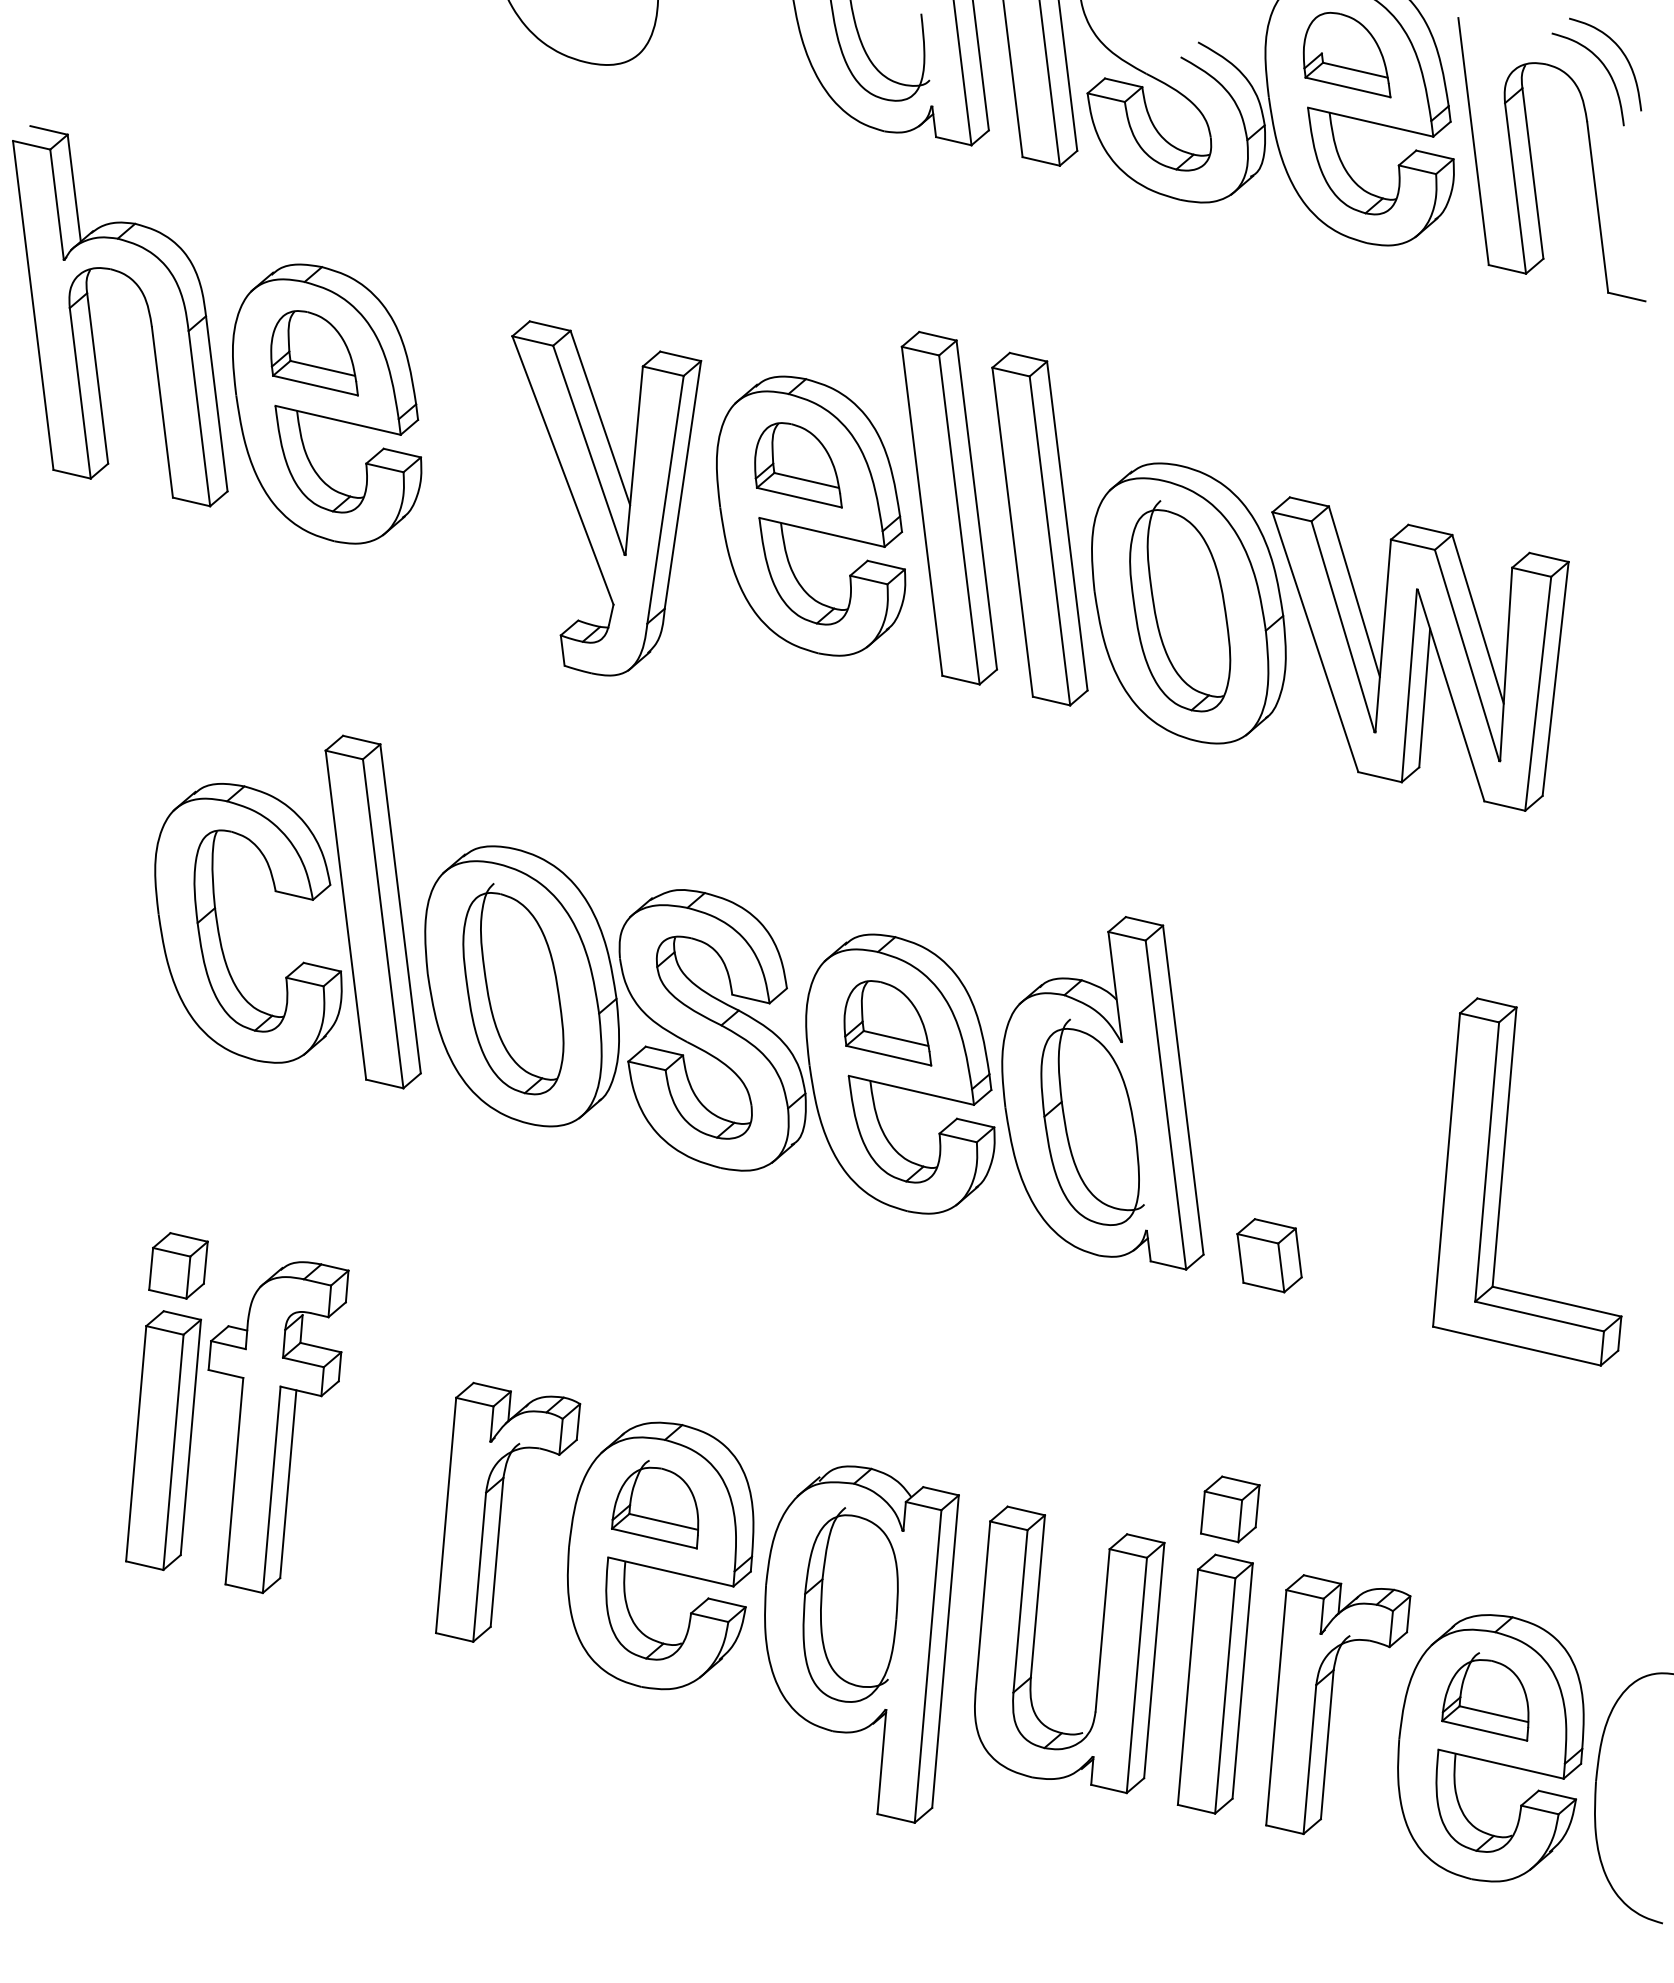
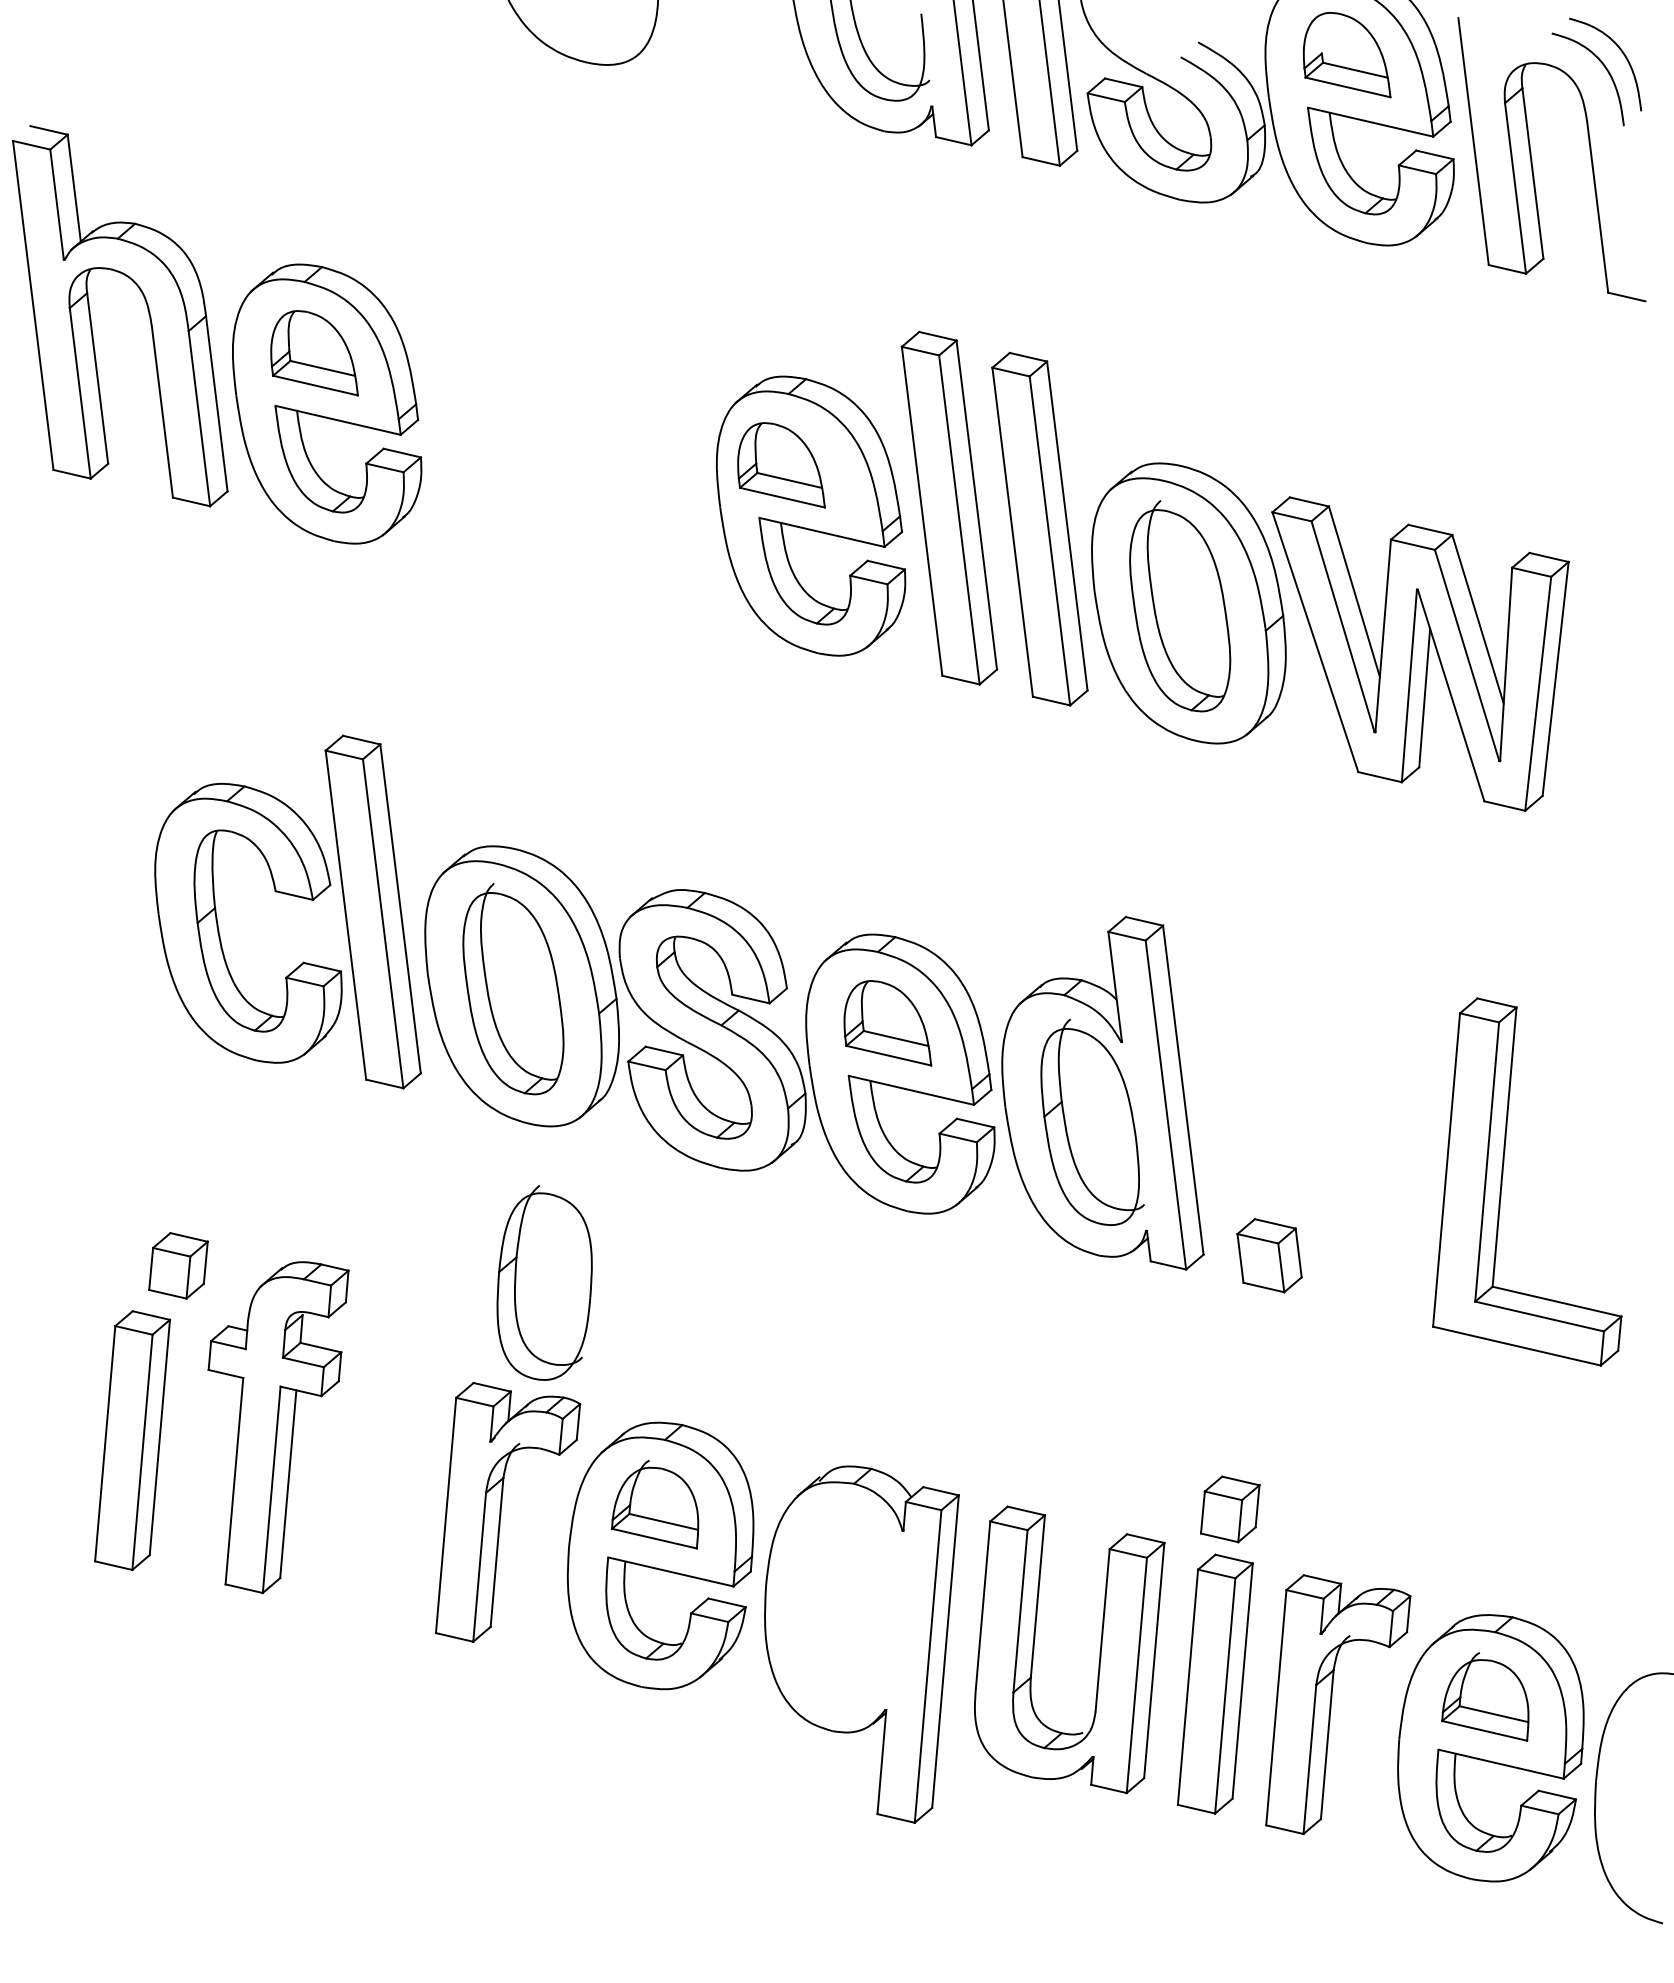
part at (798, 465) position: (798, 465) -> (781, 465)
part at (606, 498): present -> none
part at (163, 1440) position: (163, 1440) -> (132, 1440)
part at (850, 1604) position: (850, 1604) -> (544, 1282)
